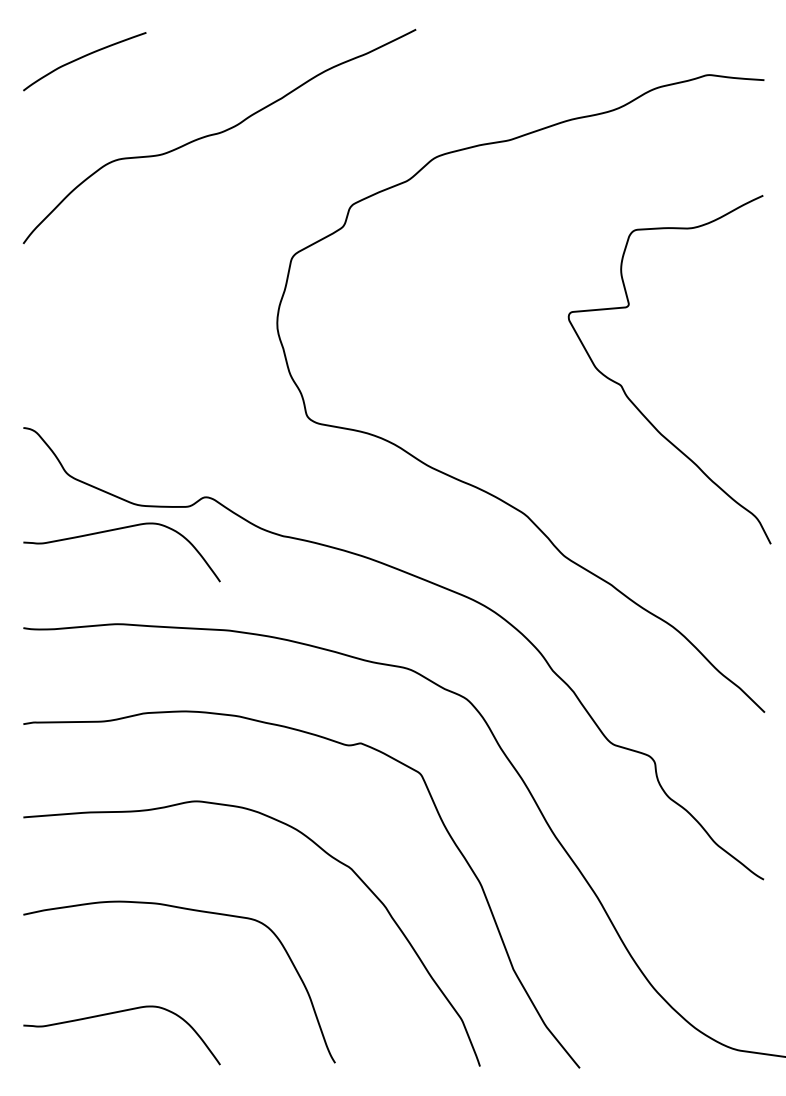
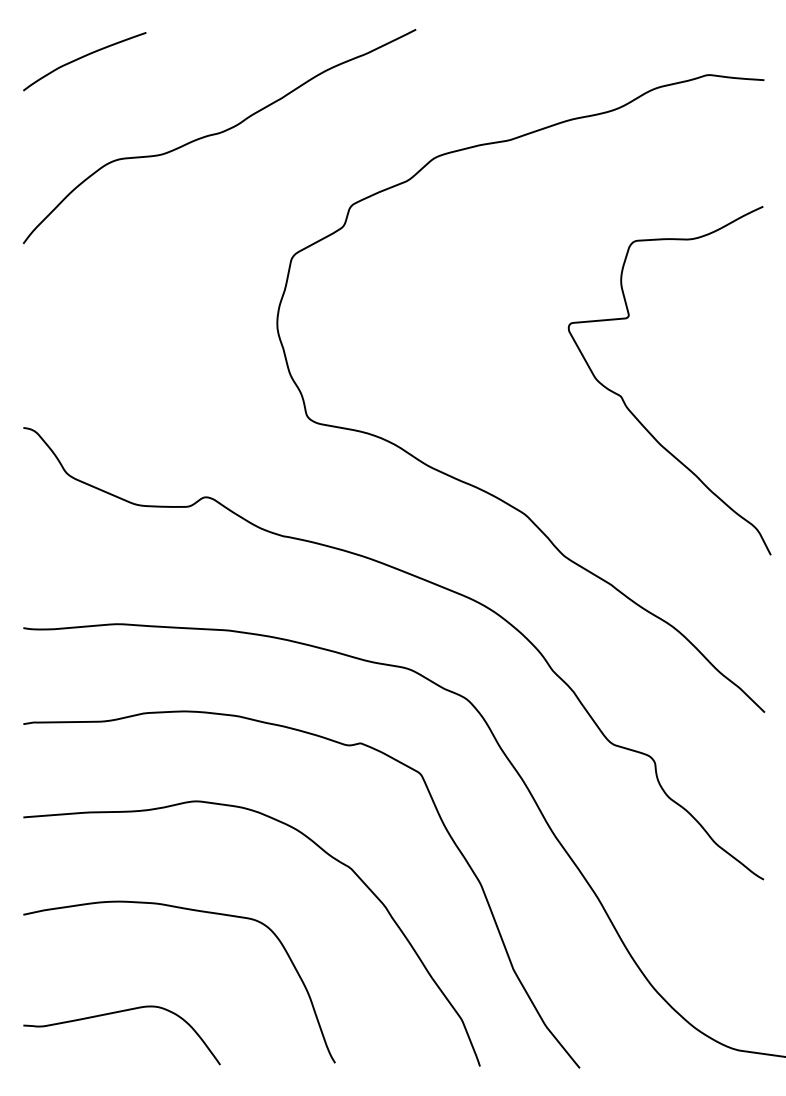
curve at (634, 403) position: (634, 403) -> (634, 414)
curve at (116, 530): present -> none
